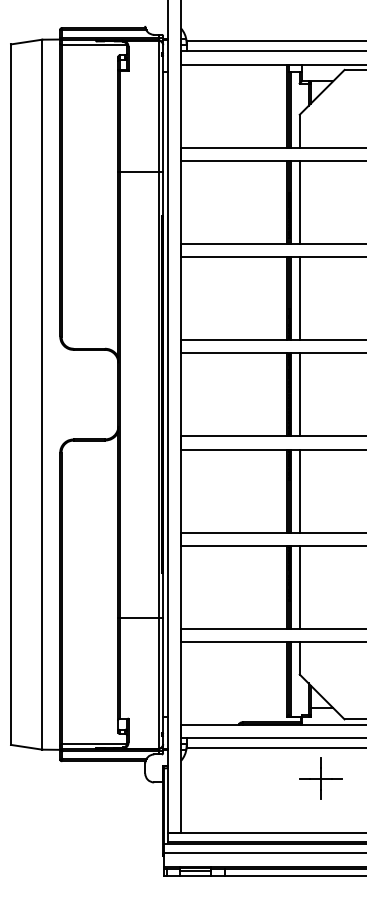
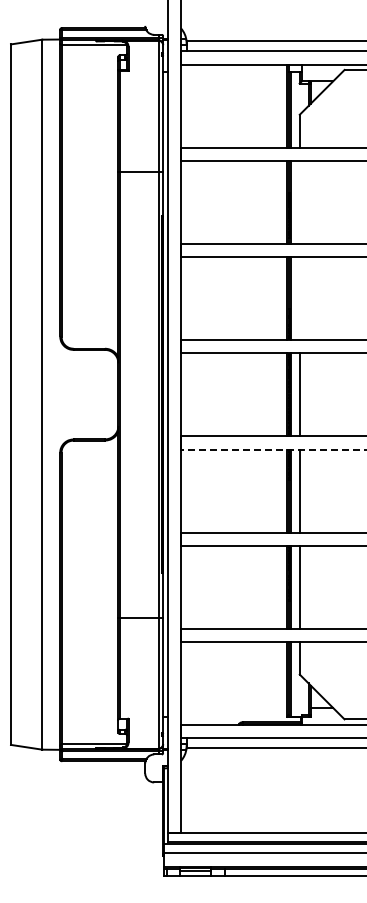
line at (299, 202): present -> none
line at (299, 298): present -> none
line at (273, 449): solid -> dashed
part at (320, 778): present -> none
